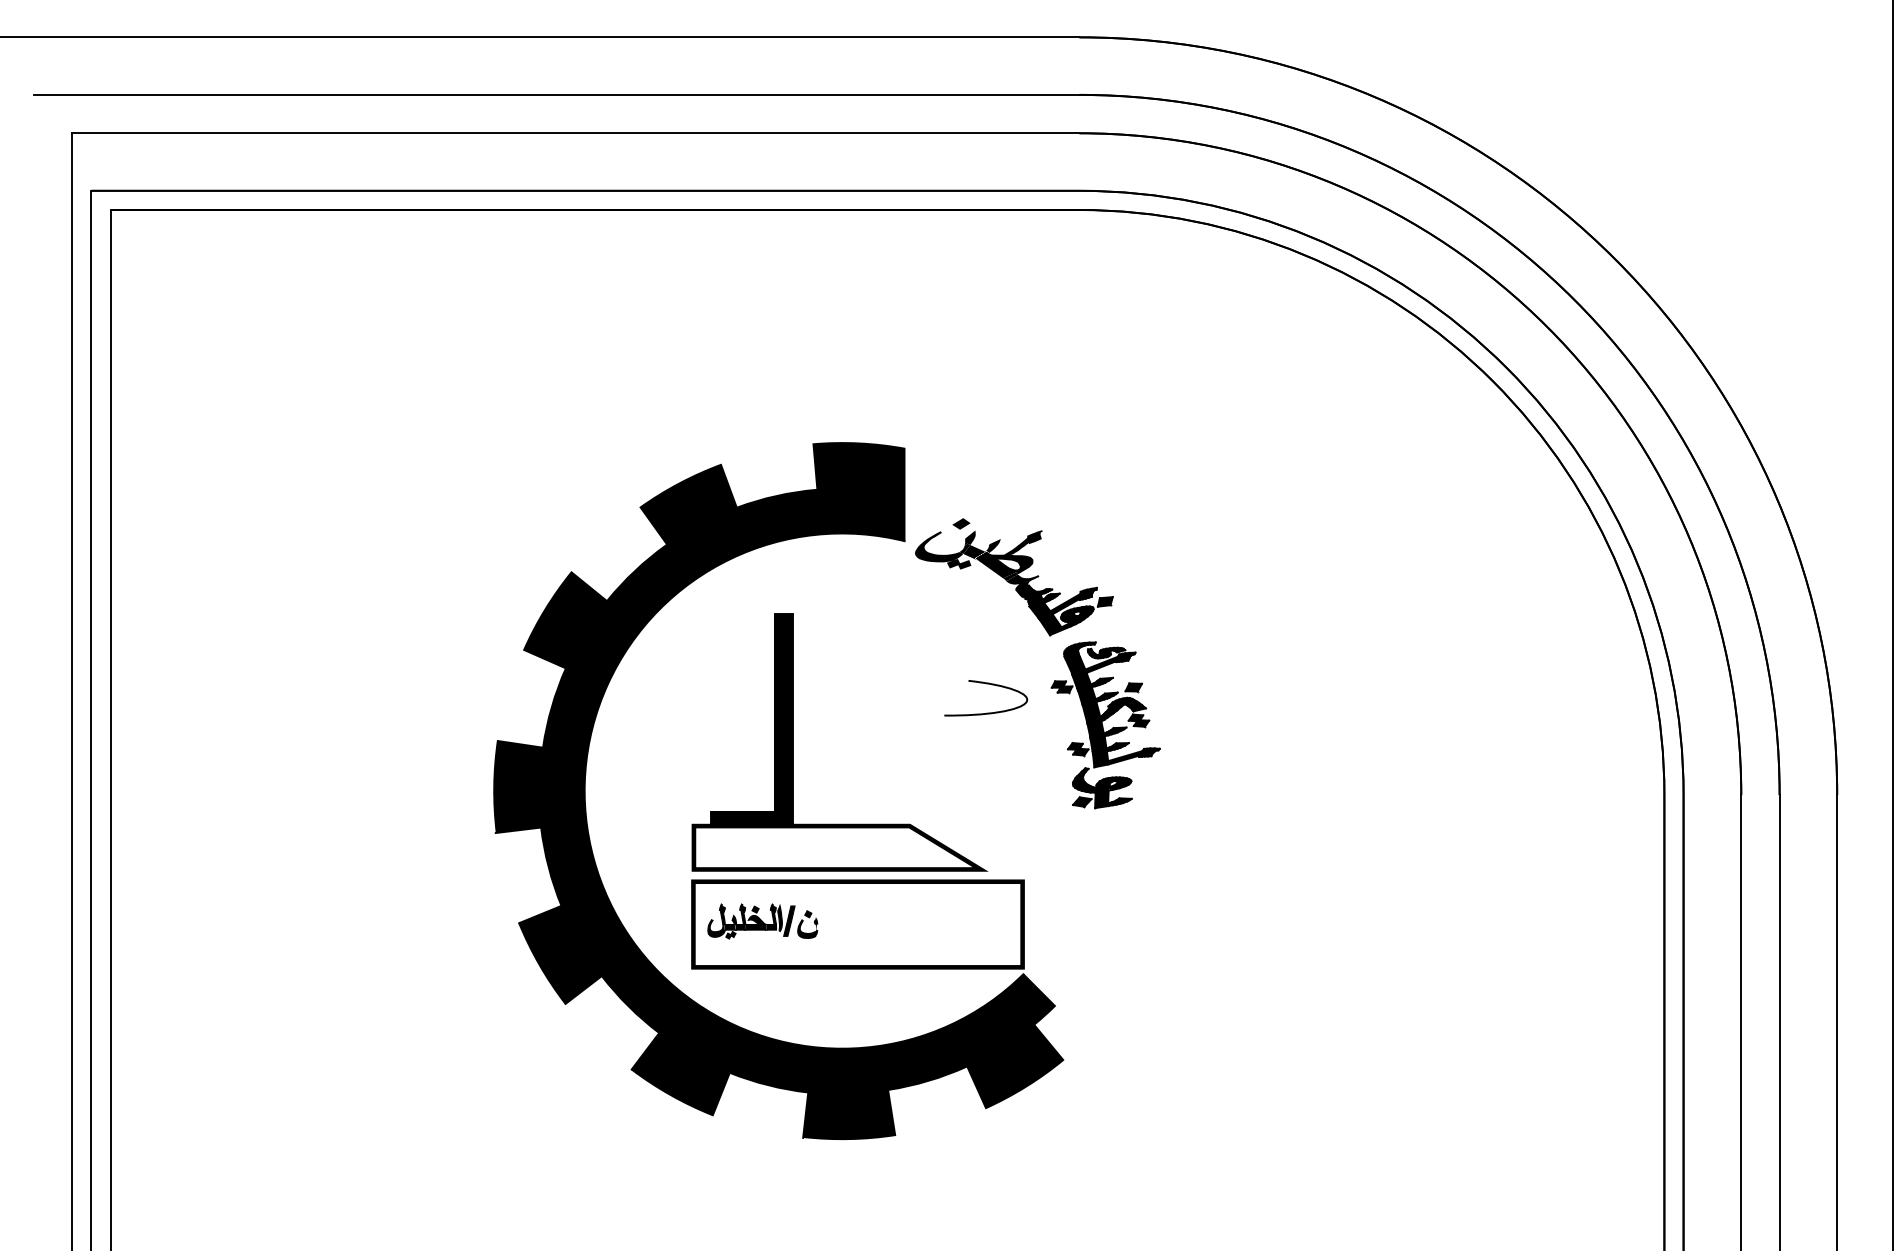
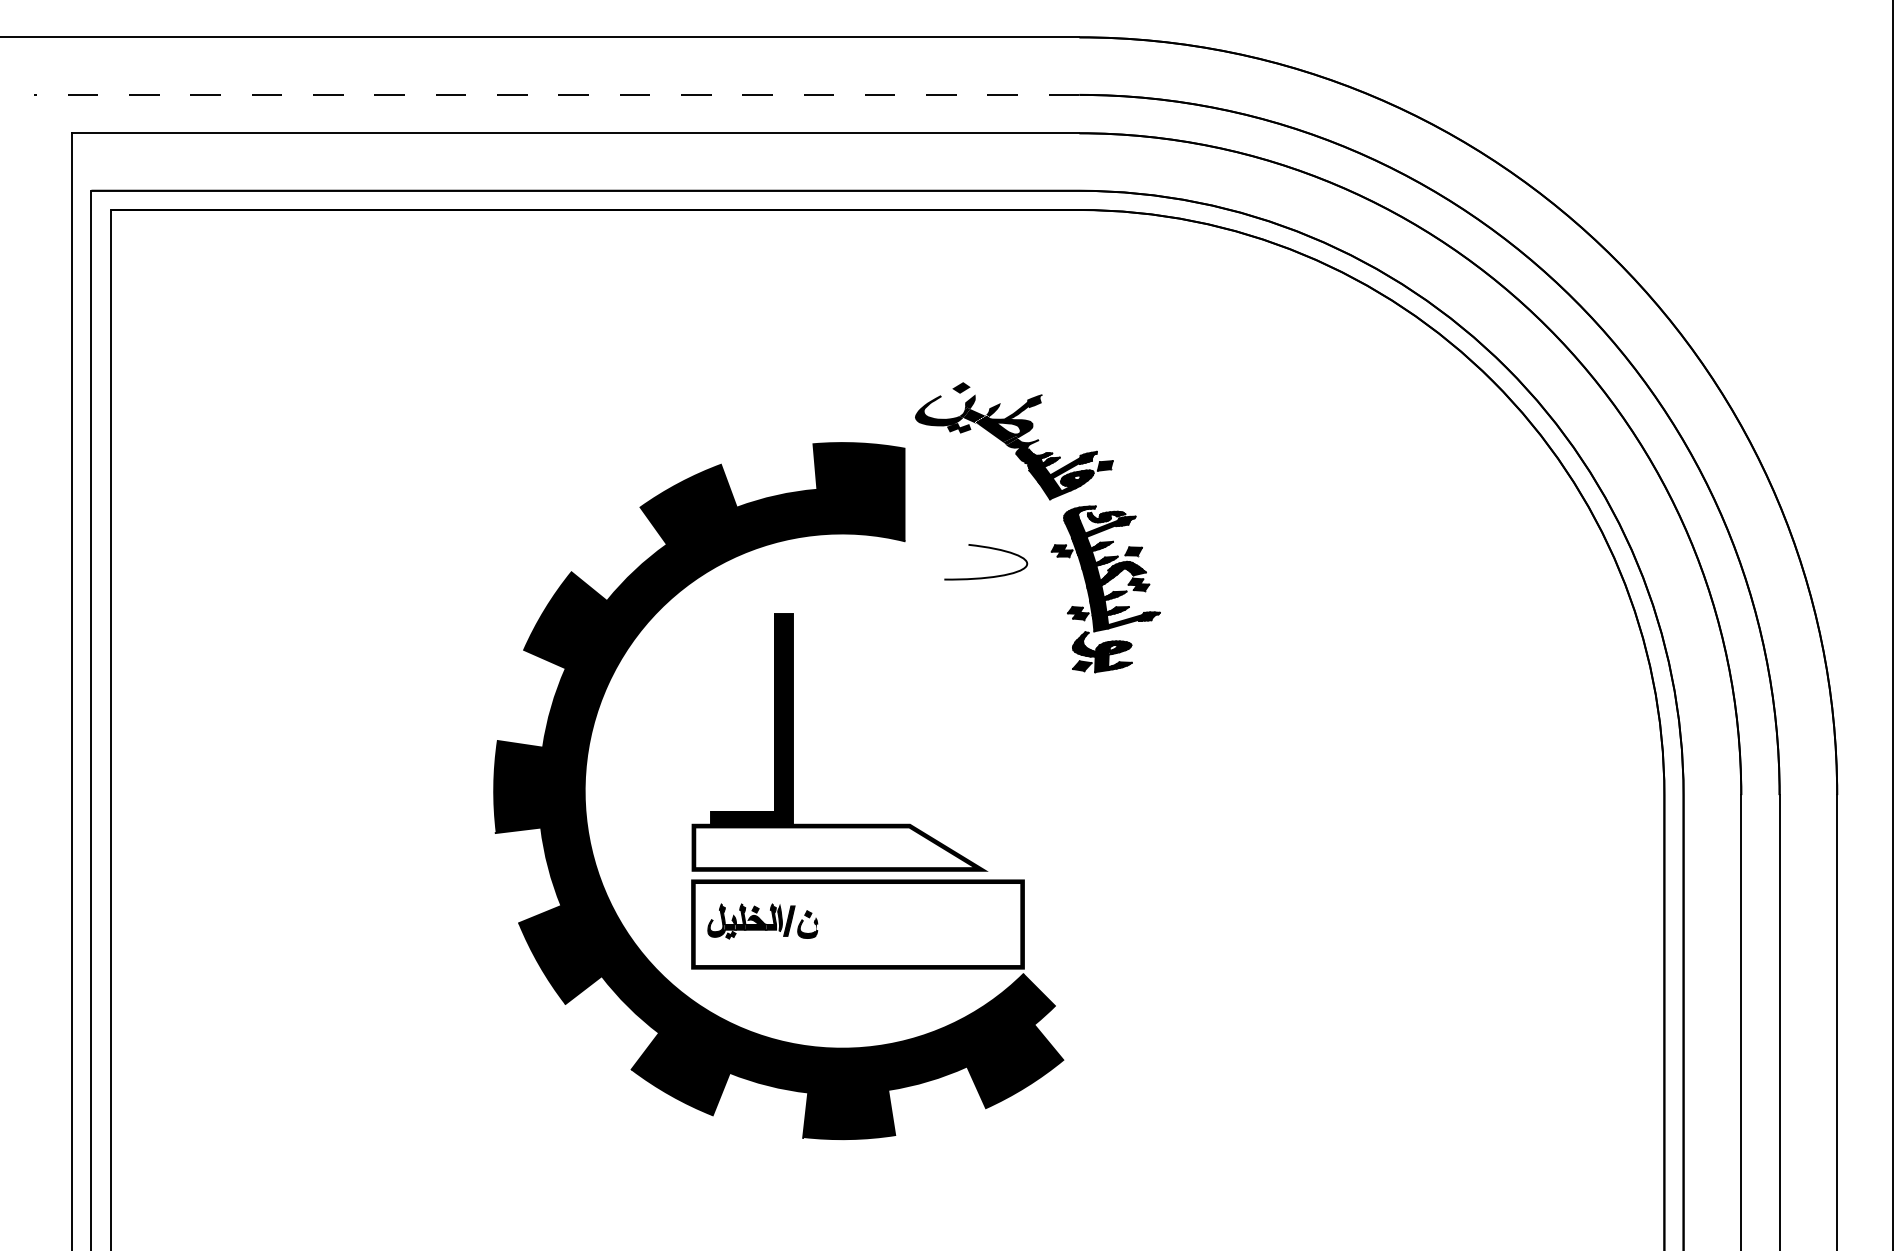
line at (556, 94): solid -> dashed
part at (1054, 680) position: (1054, 680) -> (1054, 544)
